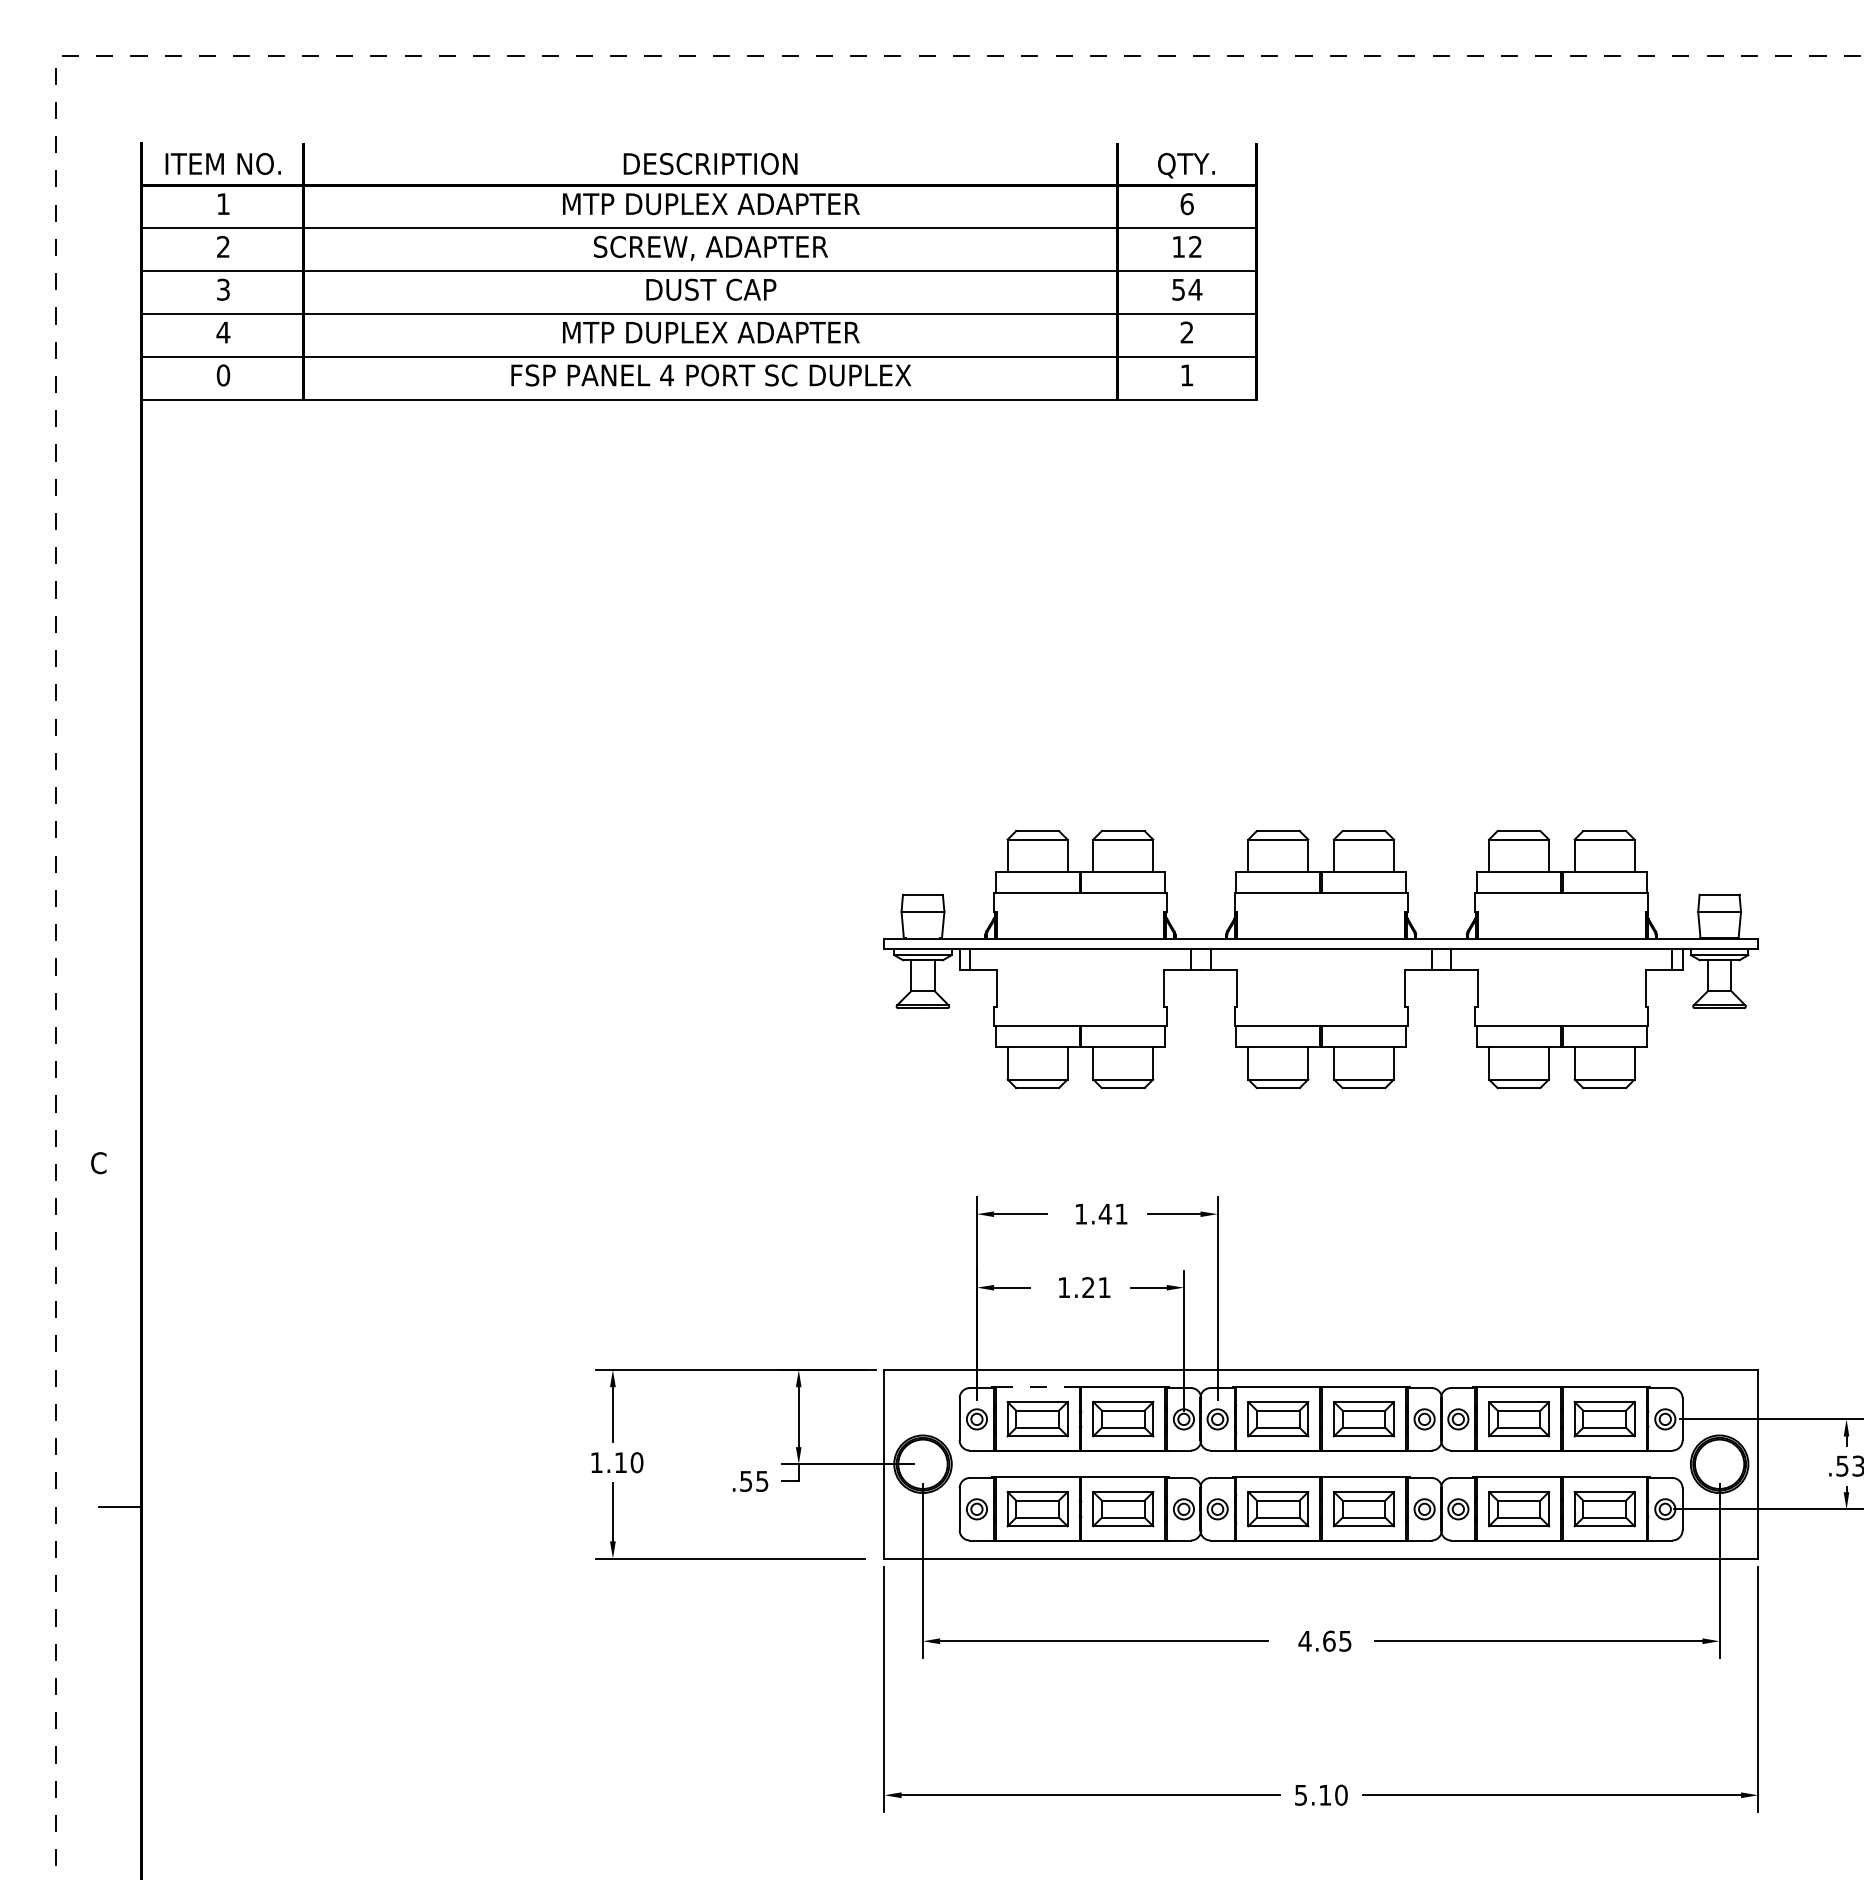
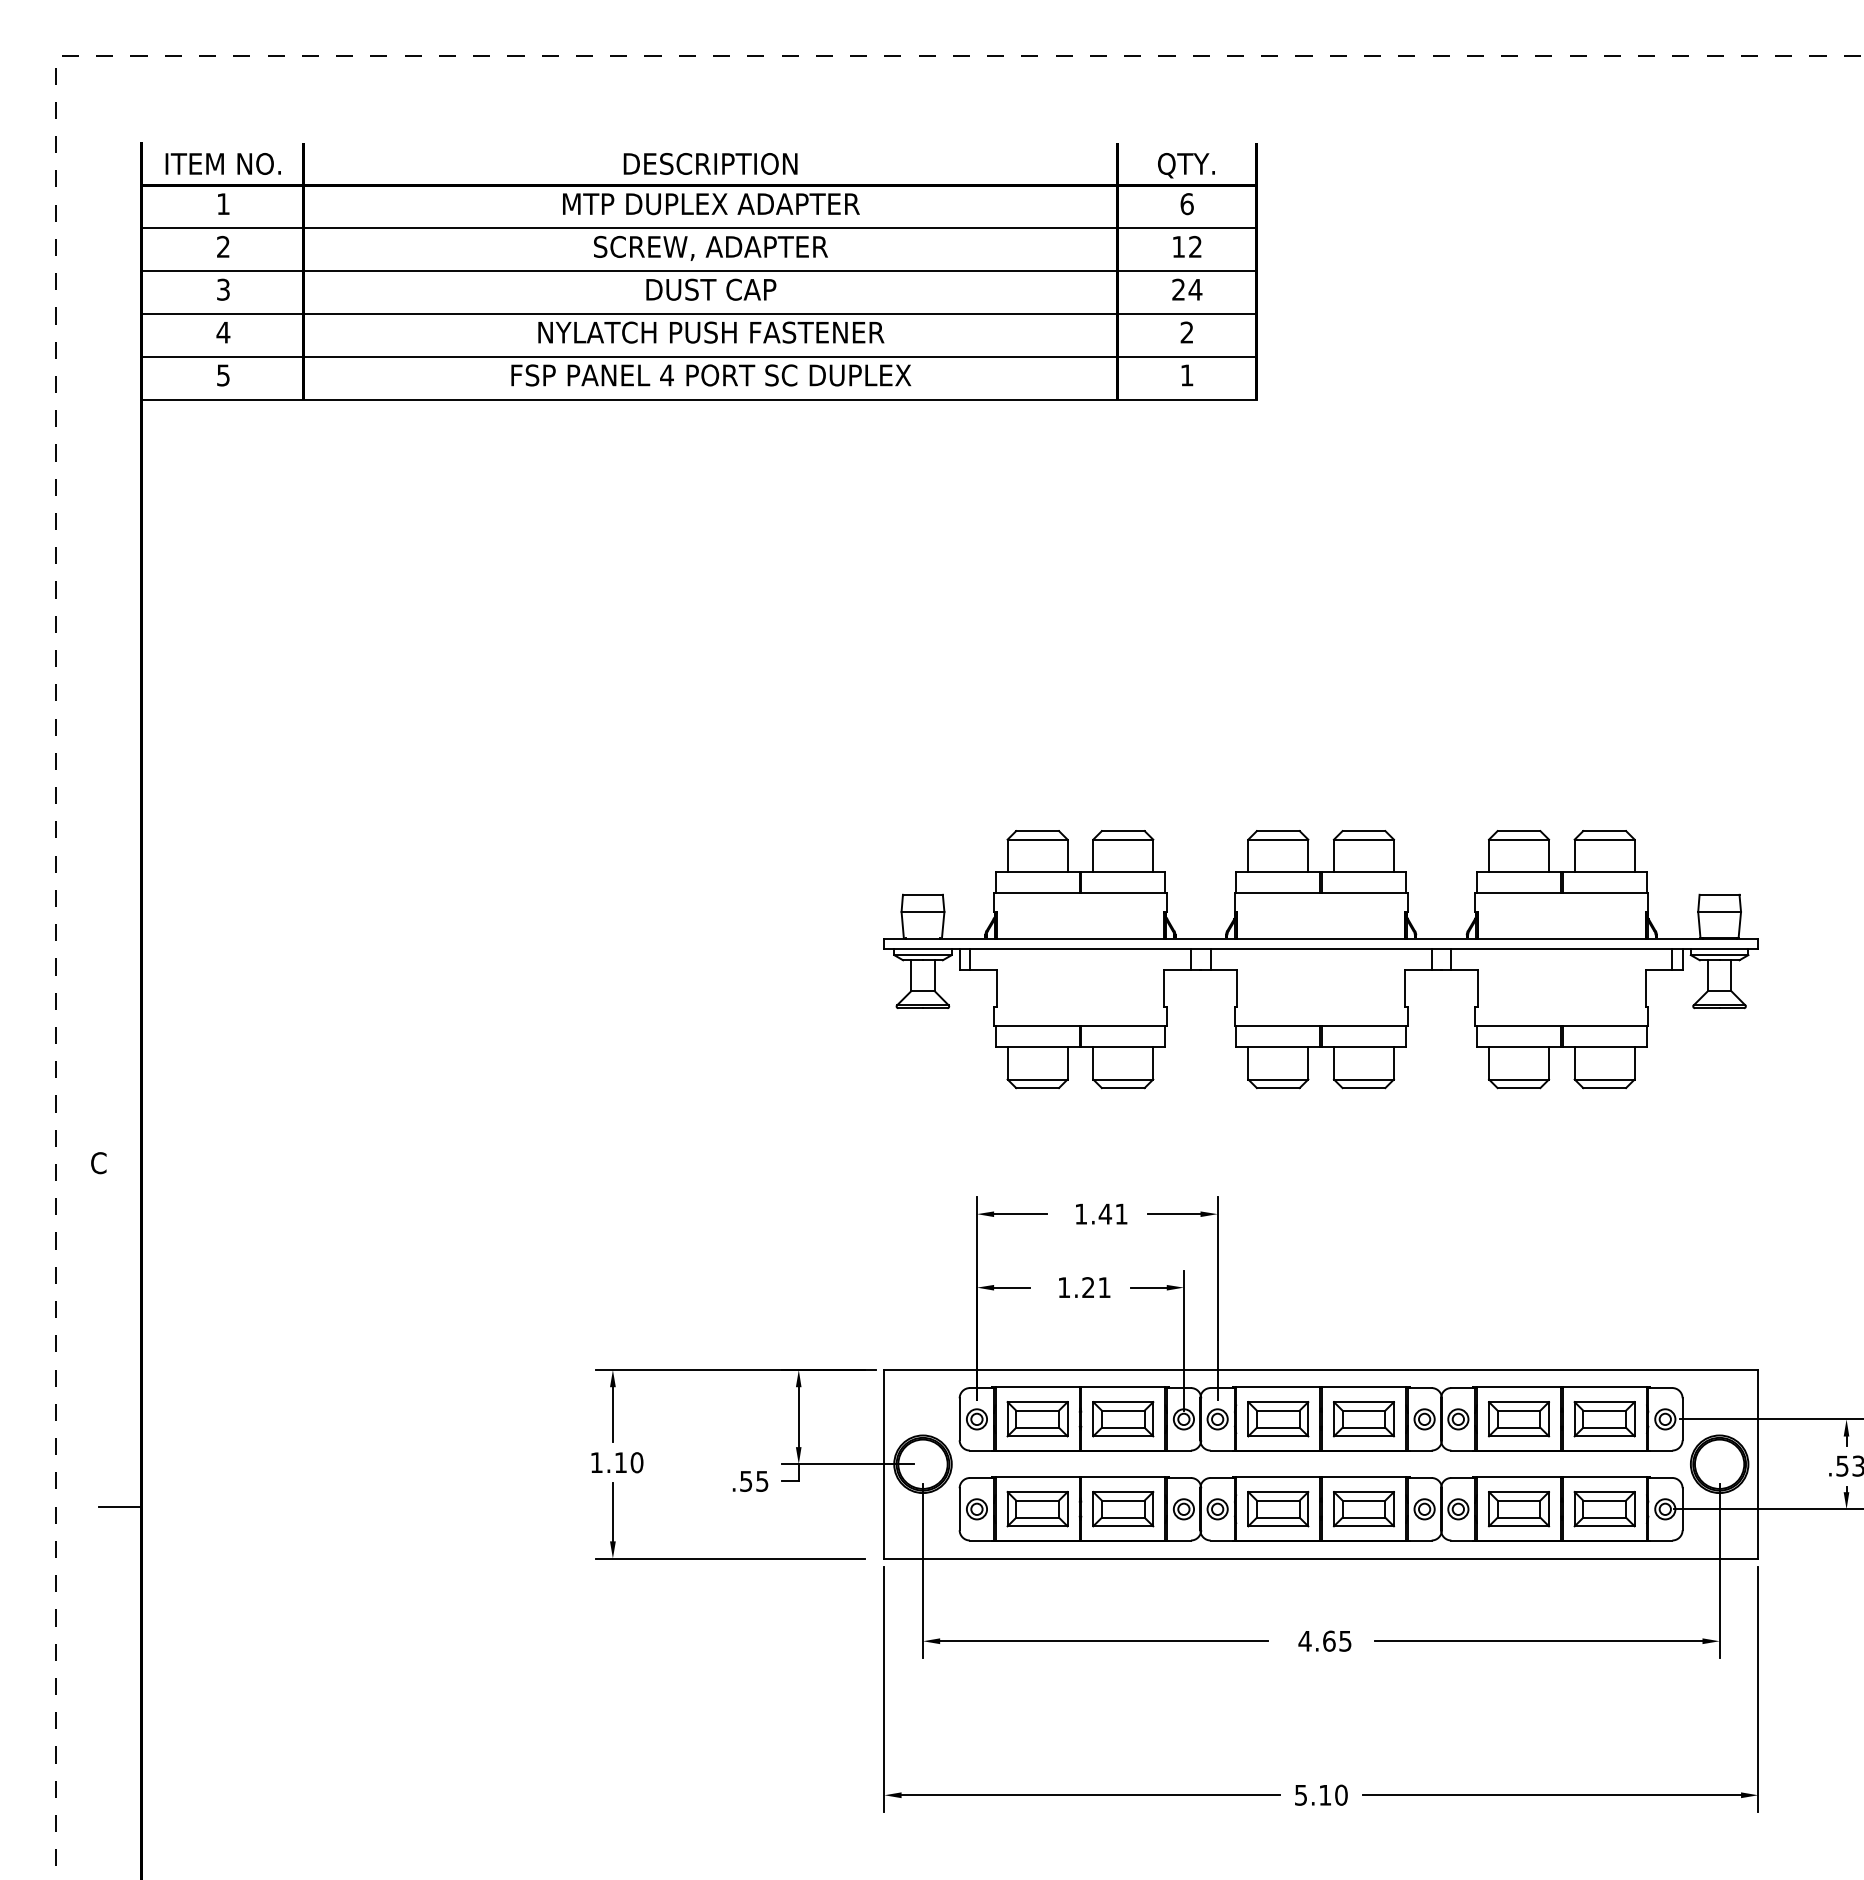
text at (1178, 289): 54 -> 24
text at (711, 332): MTP DUPLEX ADAPTER -> NYLATCH PUSH FASTENER
text at (223, 375): 0 -> 5
line at (1037, 1387): dashed -> solid
